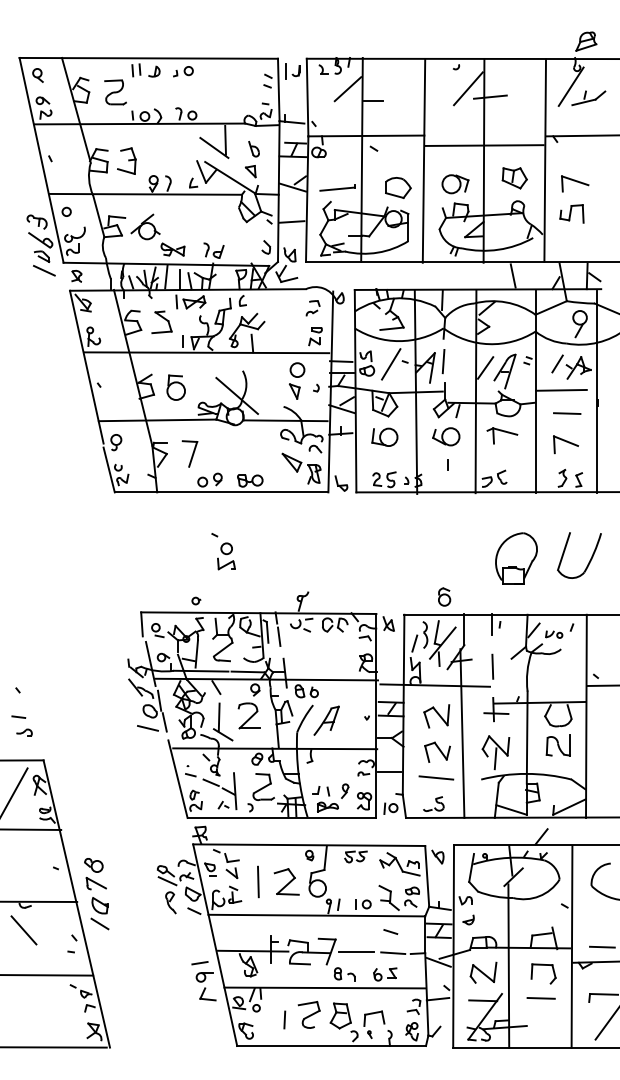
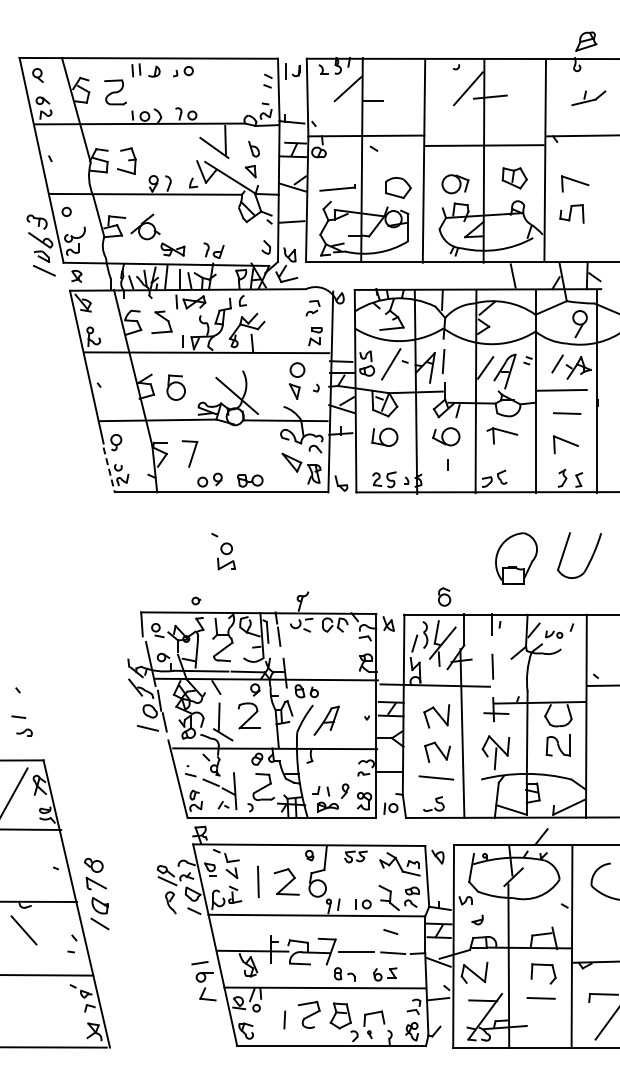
line at (570, 86): present -> none
line at (109, 470): solid -> dashed
part at (468, 919) position: (468, 919) -> (477, 919)
line at (602, 946): present -> none
part at (483, 972) position: (483, 972) -> (474, 972)
